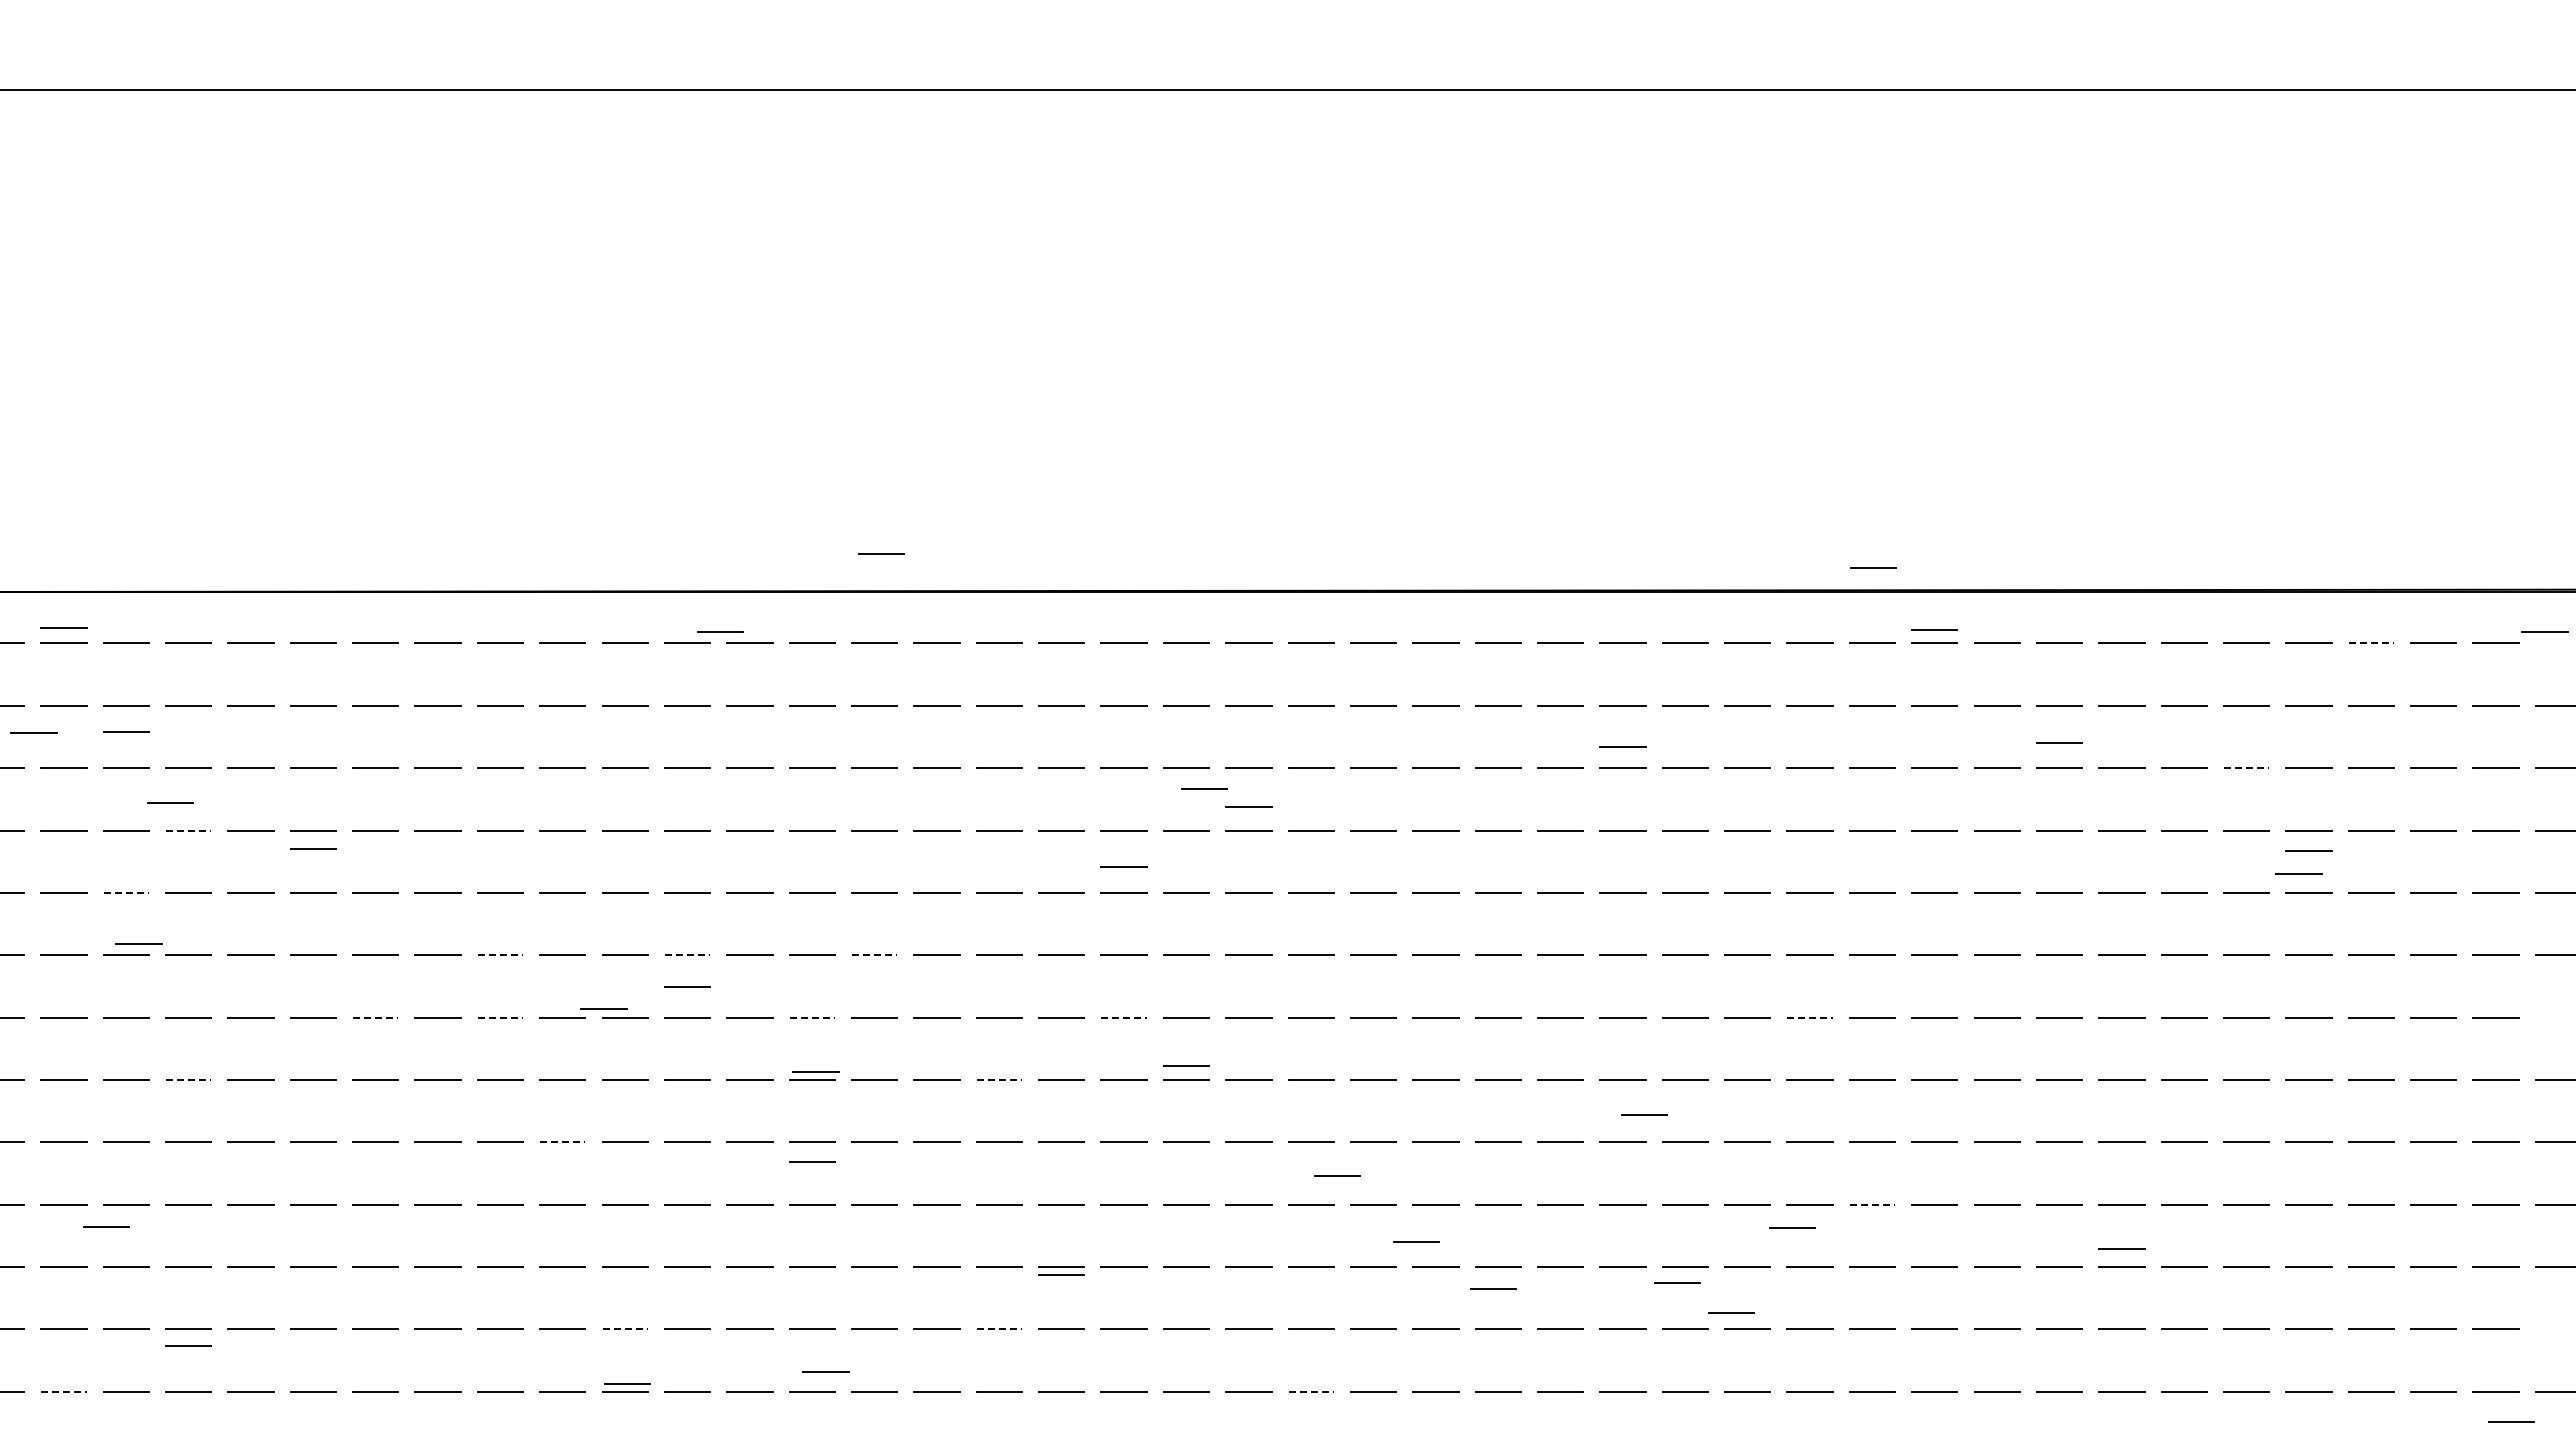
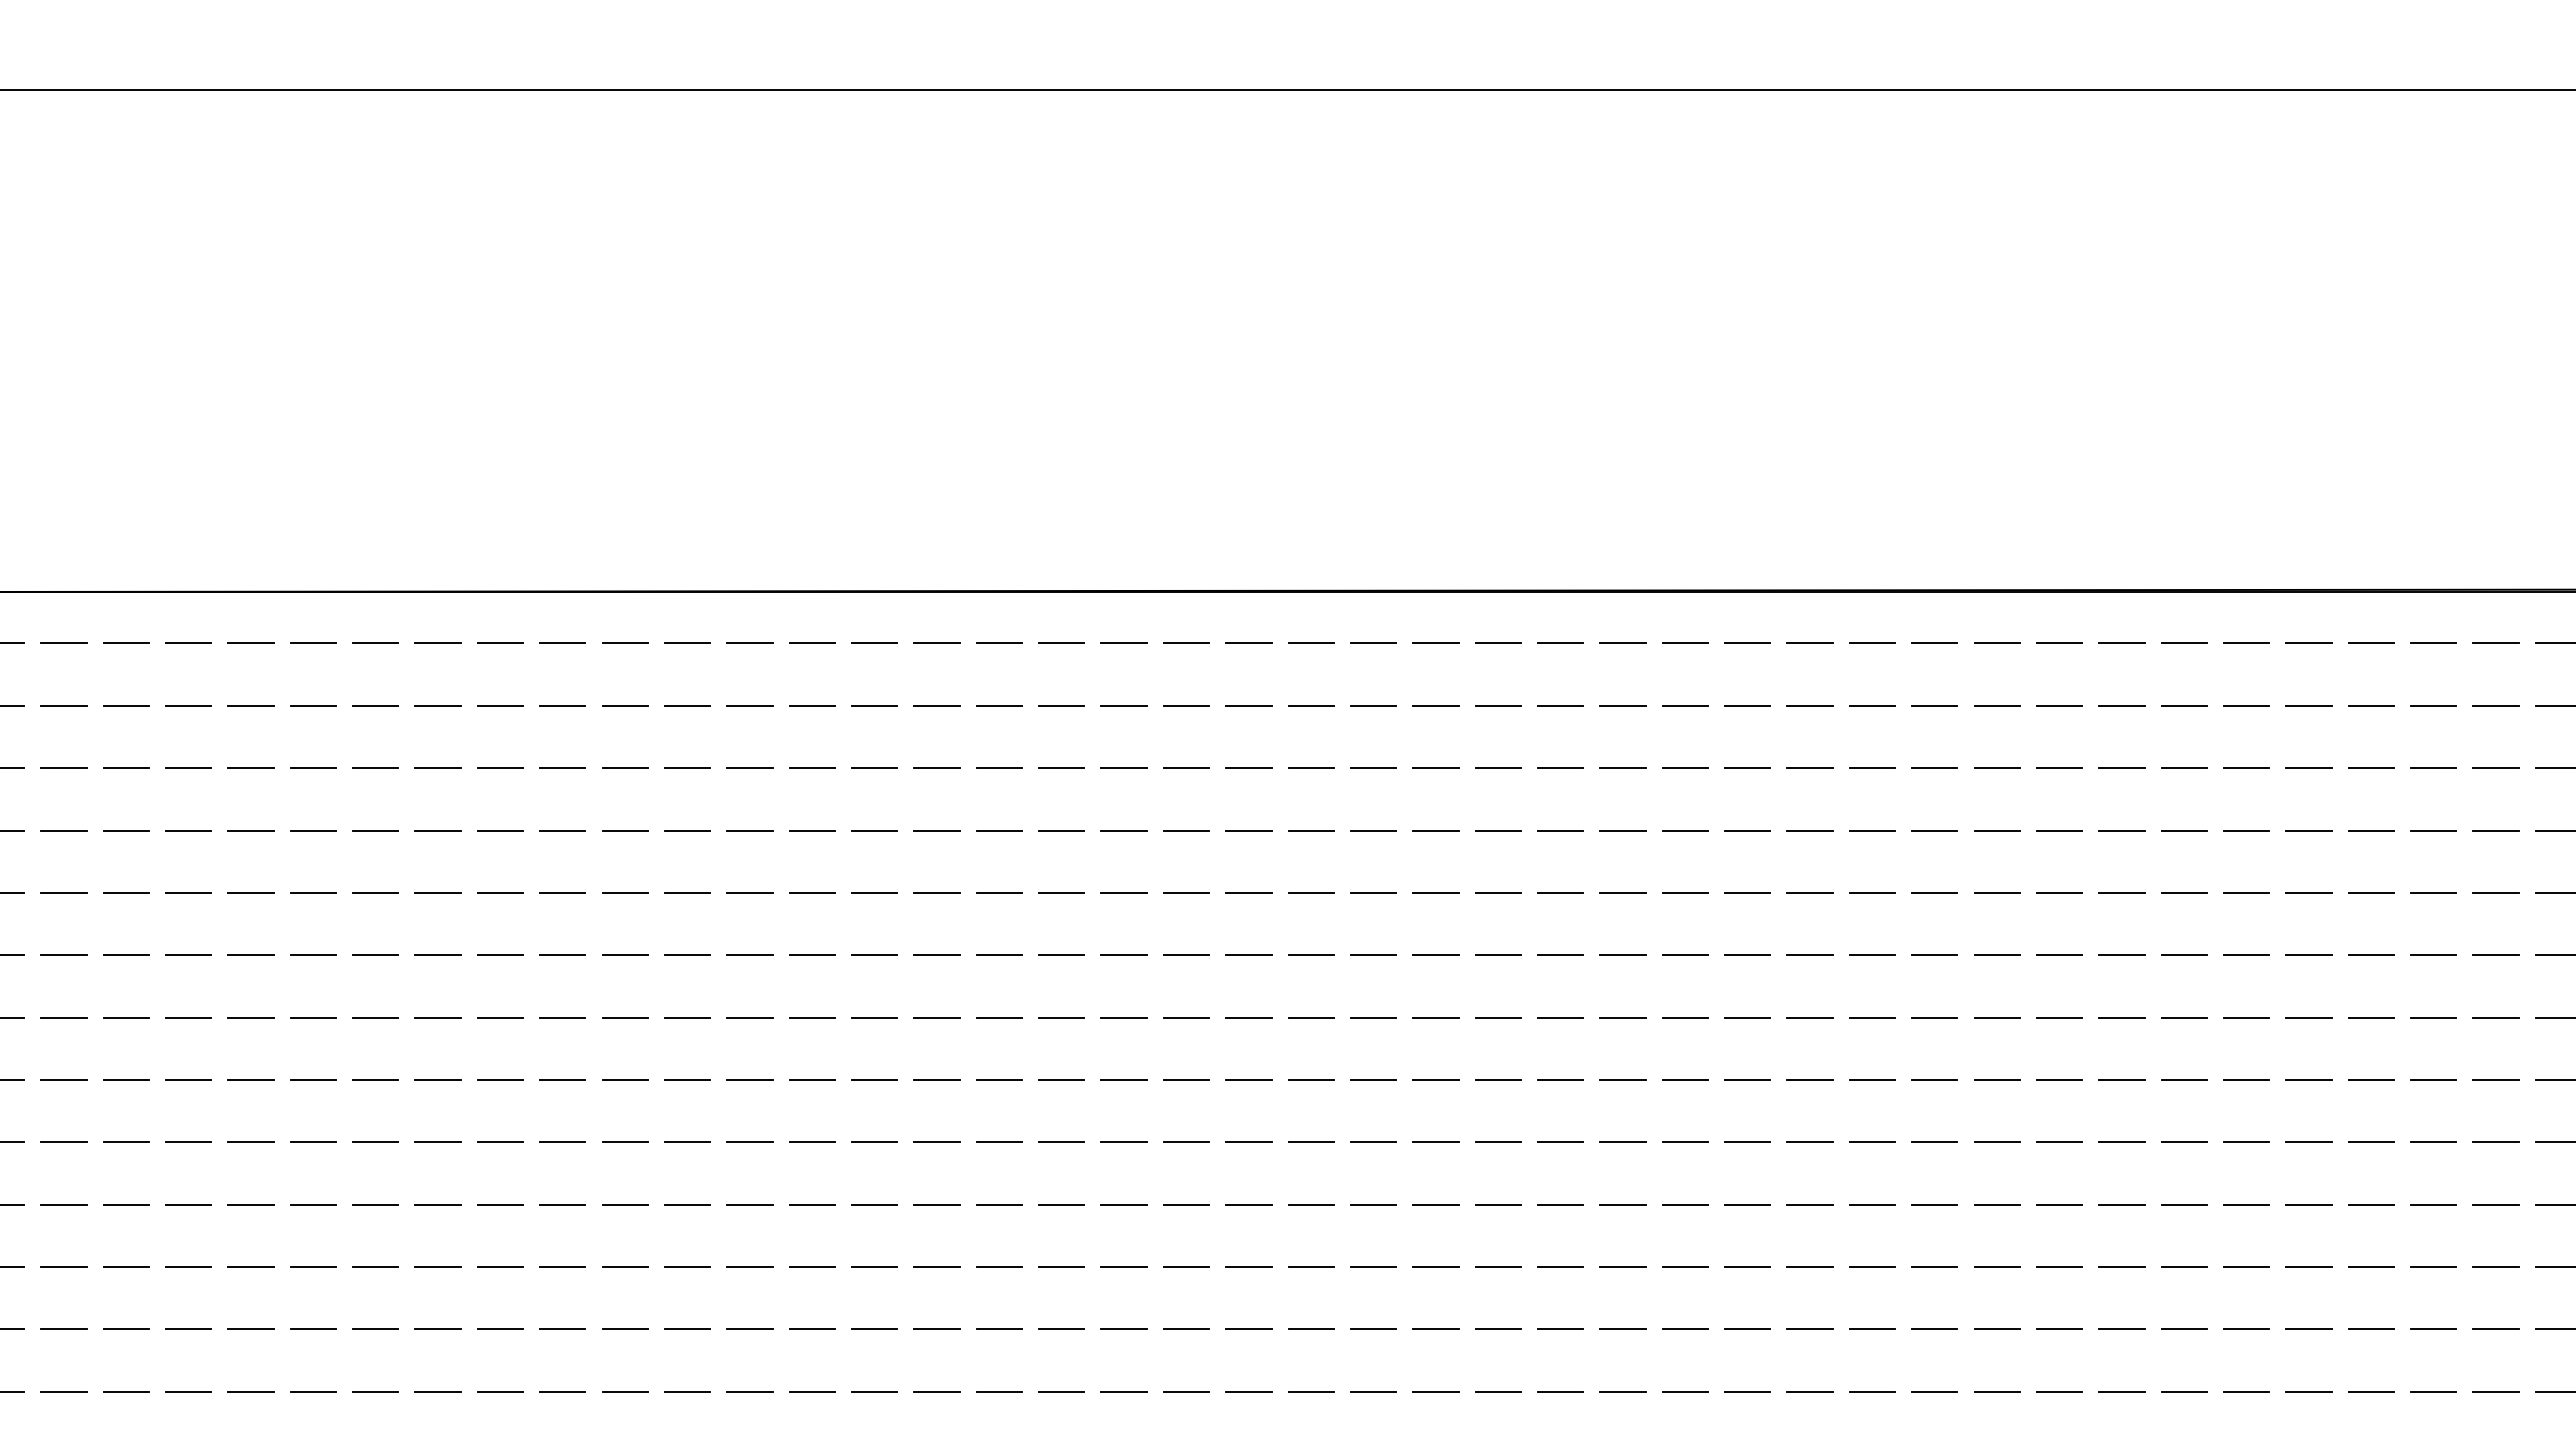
line at (881, 553): present -> none
line at (1873, 567): present -> none
line at (63, 627): present -> none
line at (1934, 629): present -> none
line at (720, 631): present -> none
line at (2544, 631): present -> none
line at (2371, 643): dashed -> solid
line at (2553, 643): none -> present
line at (126, 731): present -> none
line at (33, 732): present -> none
line at (2059, 742): present -> none
line at (1622, 746): present -> none
line at (2246, 768): dashed -> solid
line at (1204, 788): present -> none
line at (170, 802): present -> none
line at (1248, 806): present -> none
line at (188, 830): dashed -> solid
line at (313, 848): present -> none
line at (2308, 850): present -> none
line at (1123, 866): present -> none
line at (2298, 873): present -> none
line at (126, 892): dashed -> solid
line at (138, 943): present -> none
line at (500, 955): dashed -> solid
line at (687, 955): dashed -> solid
line at (874, 955): dashed -> solid
line at (687, 986): present -> none
line at (603, 1008): present -> none
line at (375, 1017): dashed -> solid
line at (500, 1017): dashed -> solid
line at (812, 1017): dashed -> solid
line at (1124, 1017): dashed -> solid
line at (1810, 1017): dashed -> solid
line at (2553, 1017): none -> present
line at (1186, 1065): present -> none
line at (815, 1071): present -> none
line at (188, 1079): dashed -> solid
line at (999, 1079): dashed -> solid
line at (1644, 1114): present -> none
line at (562, 1142): dashed -> solid
line at (812, 1161): present -> none
line at (1337, 1175): present -> none
line at (1872, 1204): dashed -> solid
line at (106, 1226): present -> none
line at (1792, 1227): present -> none
line at (1416, 1241): present -> none
line at (2121, 1248): present -> none
line at (1061, 1274): present -> none
line at (1677, 1282): present -> none
line at (1493, 1288): present -> none
line at (1731, 1312): present -> none
line at (625, 1329): dashed -> solid
line at (999, 1329): dashed -> solid
line at (2553, 1329): none -> present
line at (188, 1345): present -> none
line at (825, 1371): present -> none
line at (627, 1383): present -> none
line at (63, 1391): dashed -> solid
line at (1311, 1391): dashed -> solid
line at (2511, 1421): present -> none
